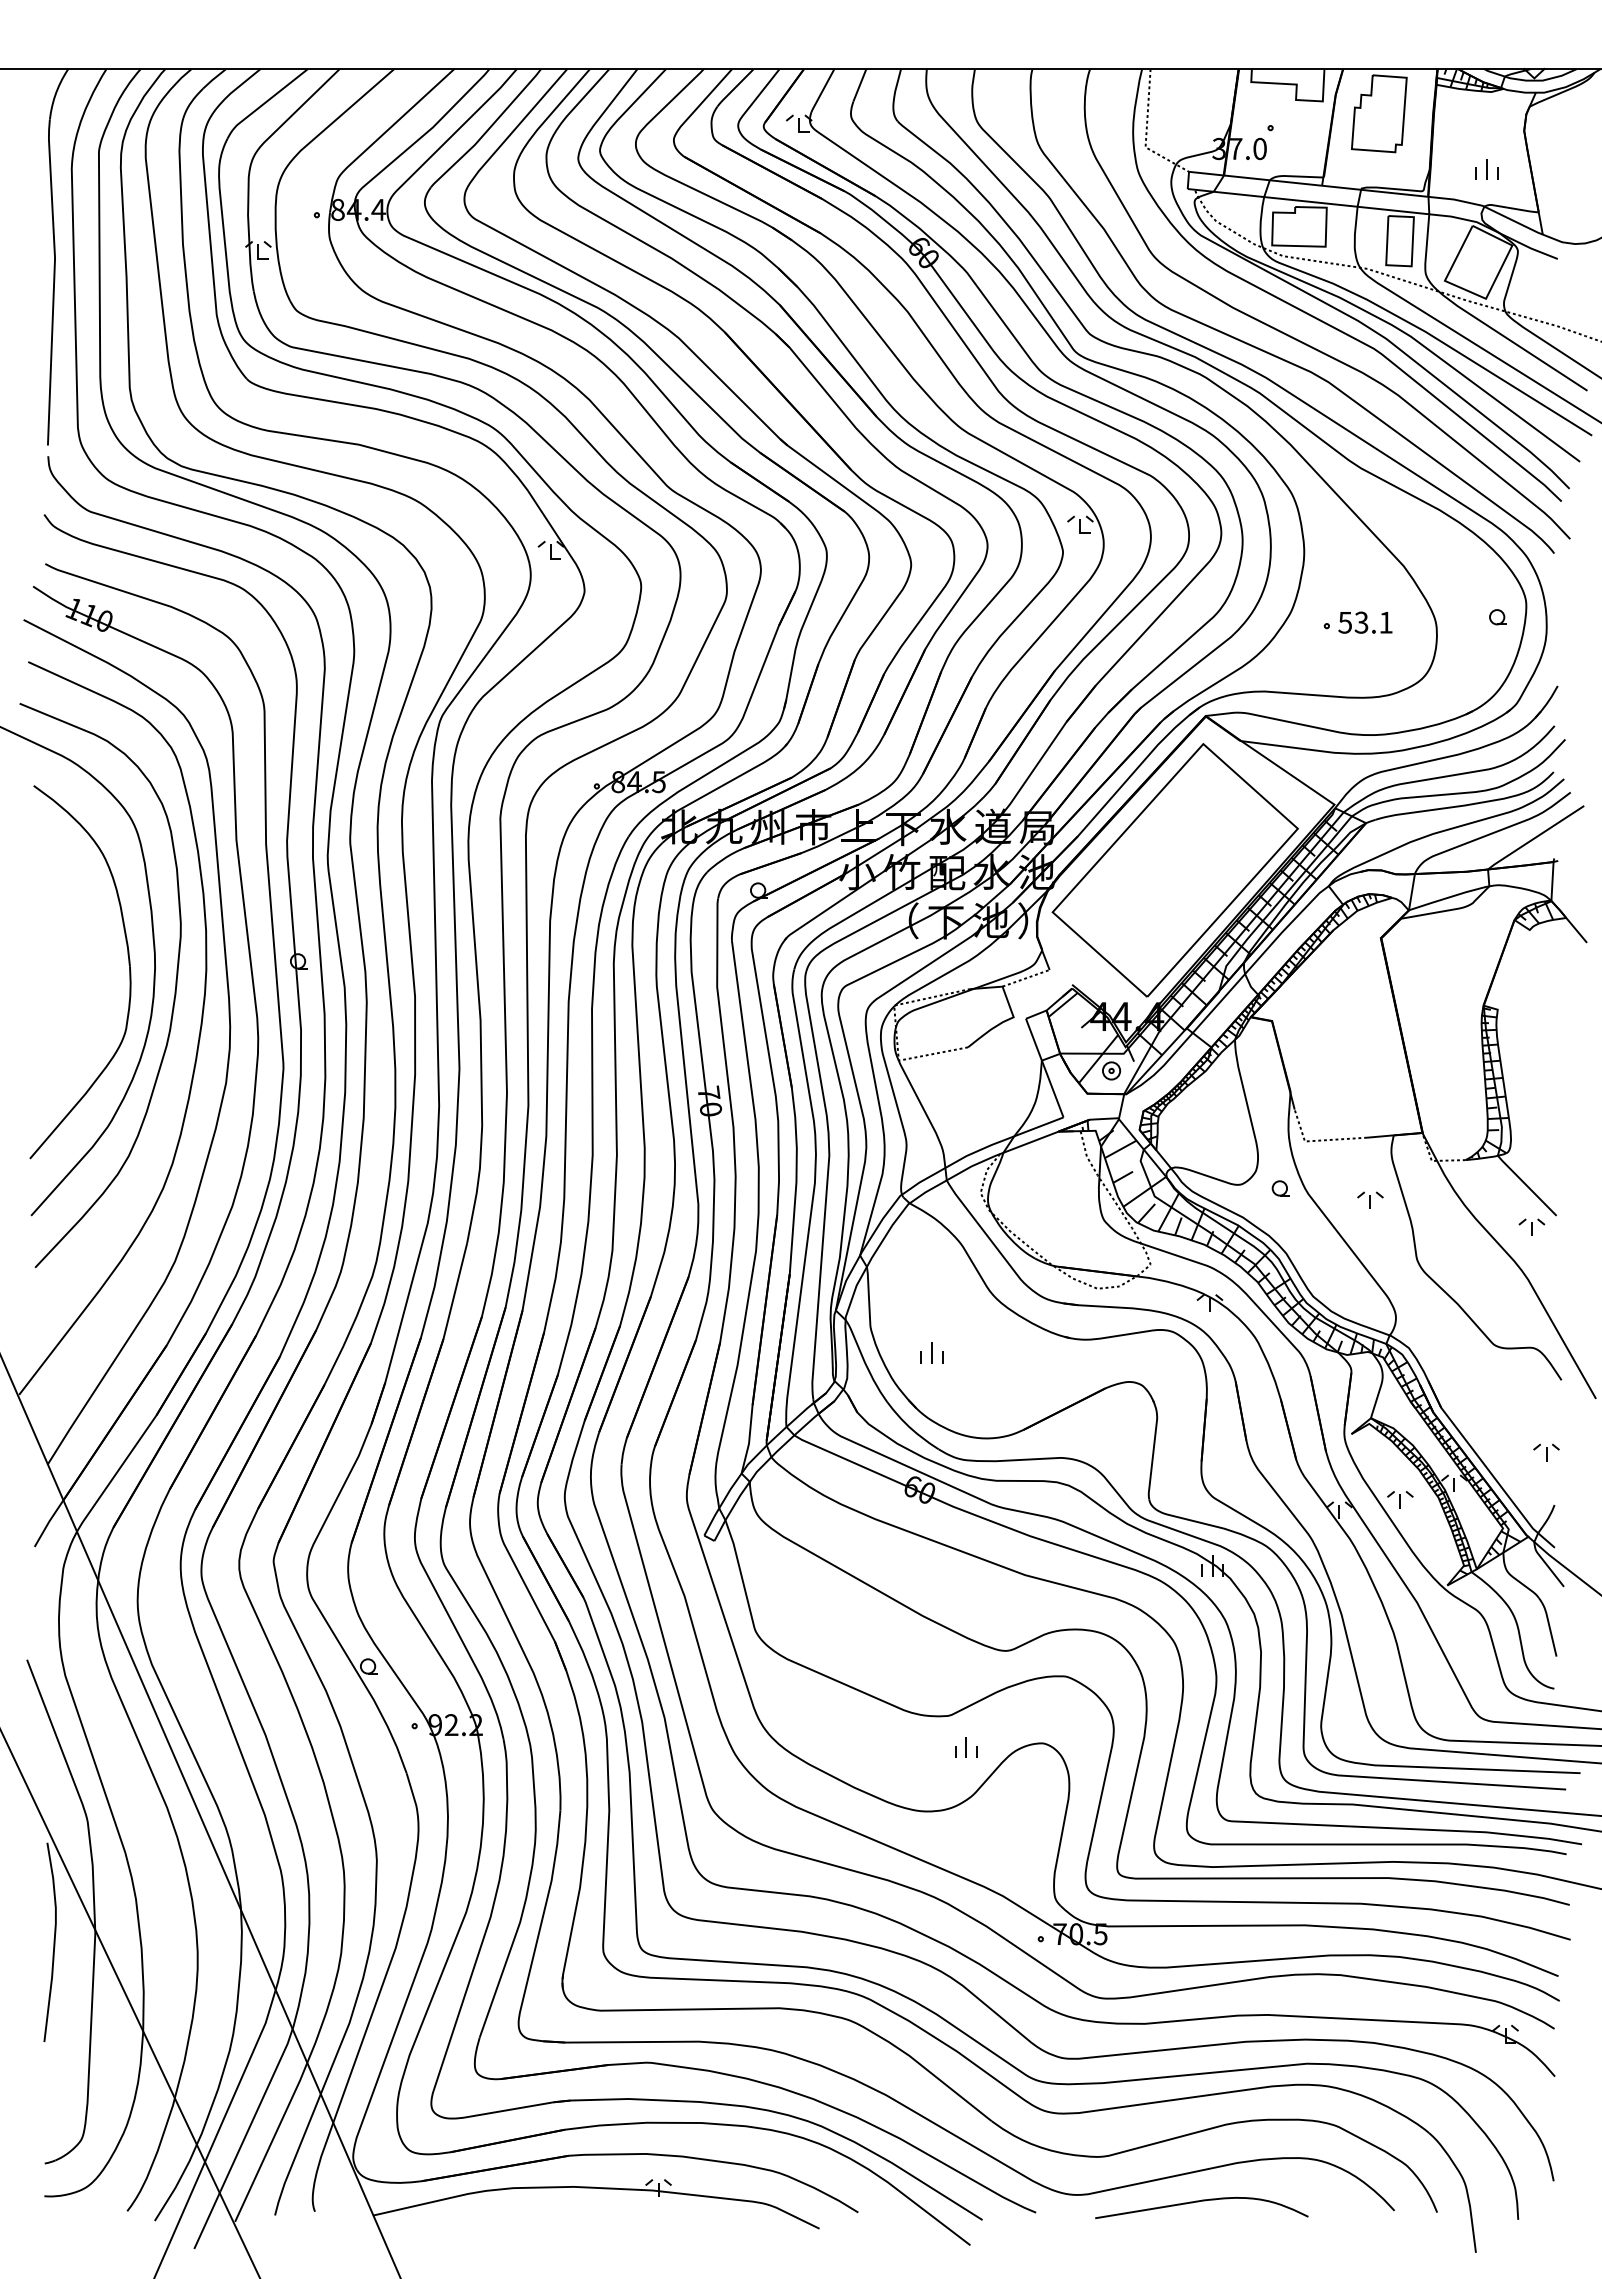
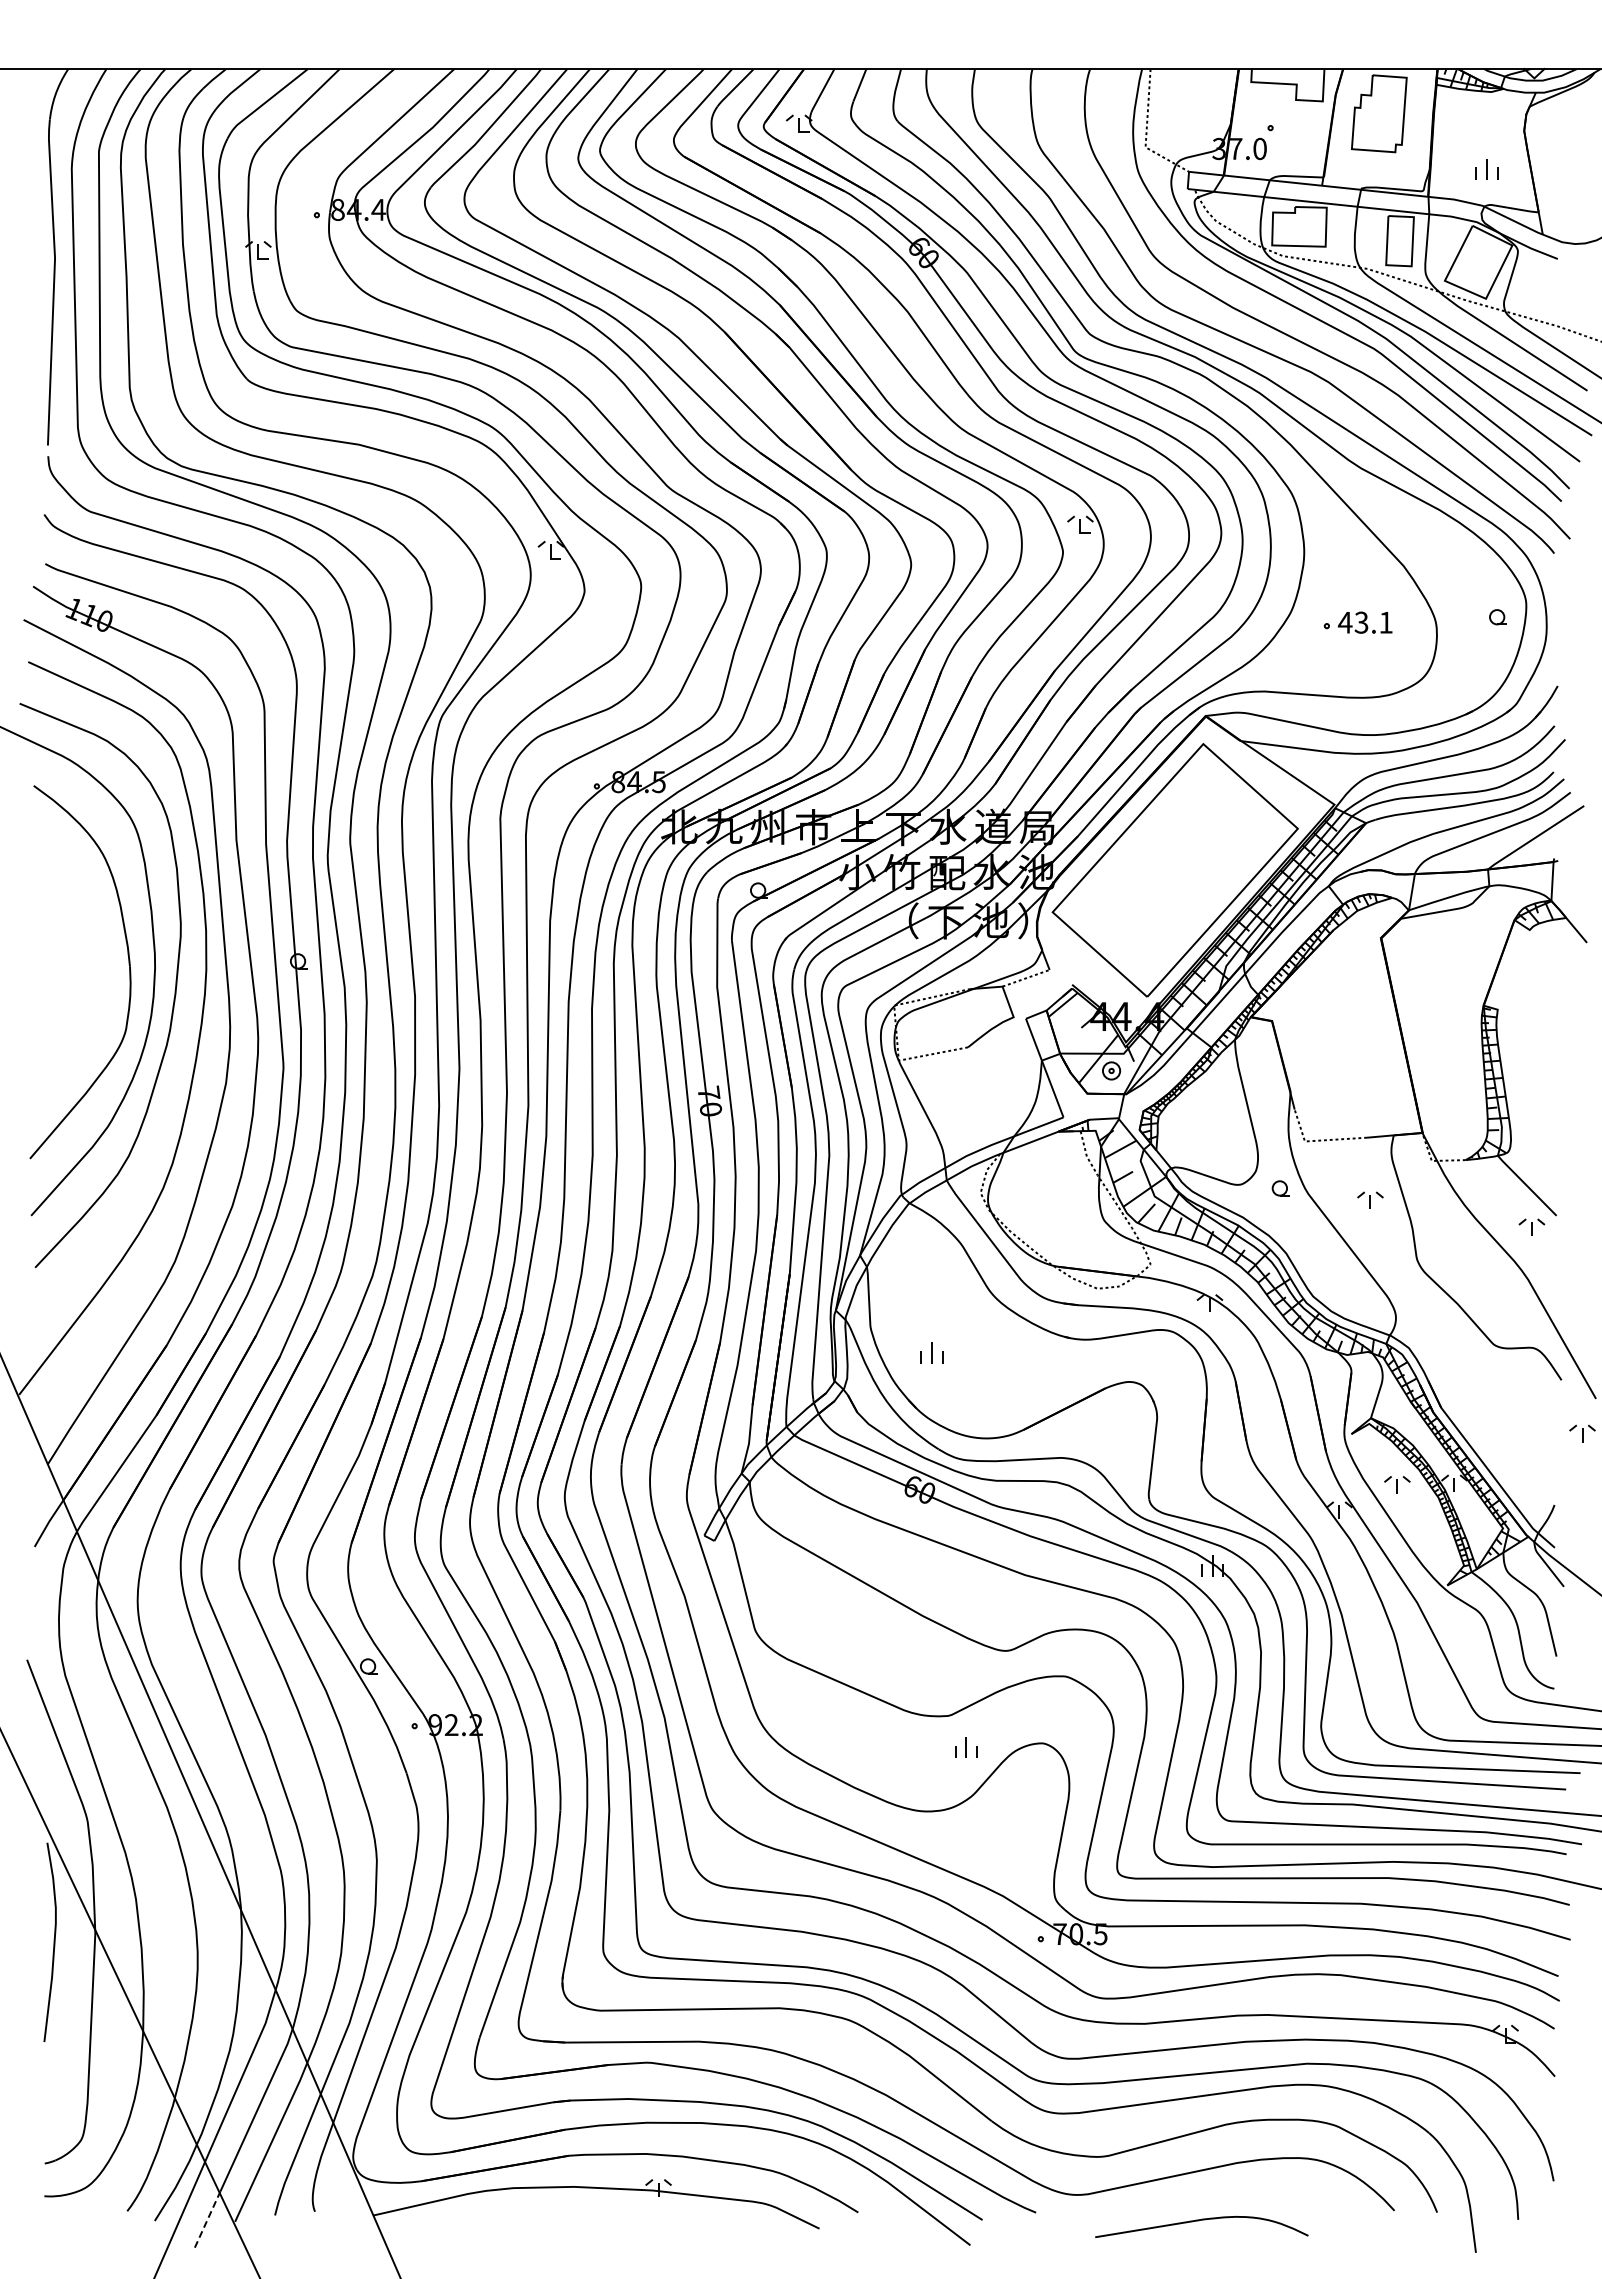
text at (1344, 622): 53.1 -> 43.1
part at (1546, 1452) position: (1546, 1452) -> (1582, 1433)
part at (1400, 1499) position: (1400, 1499) -> (1397, 1484)
curve at (1199, 2202) position: (1199, 2202) -> (1199, 2221)
line at (207, 2220): solid -> dashed
